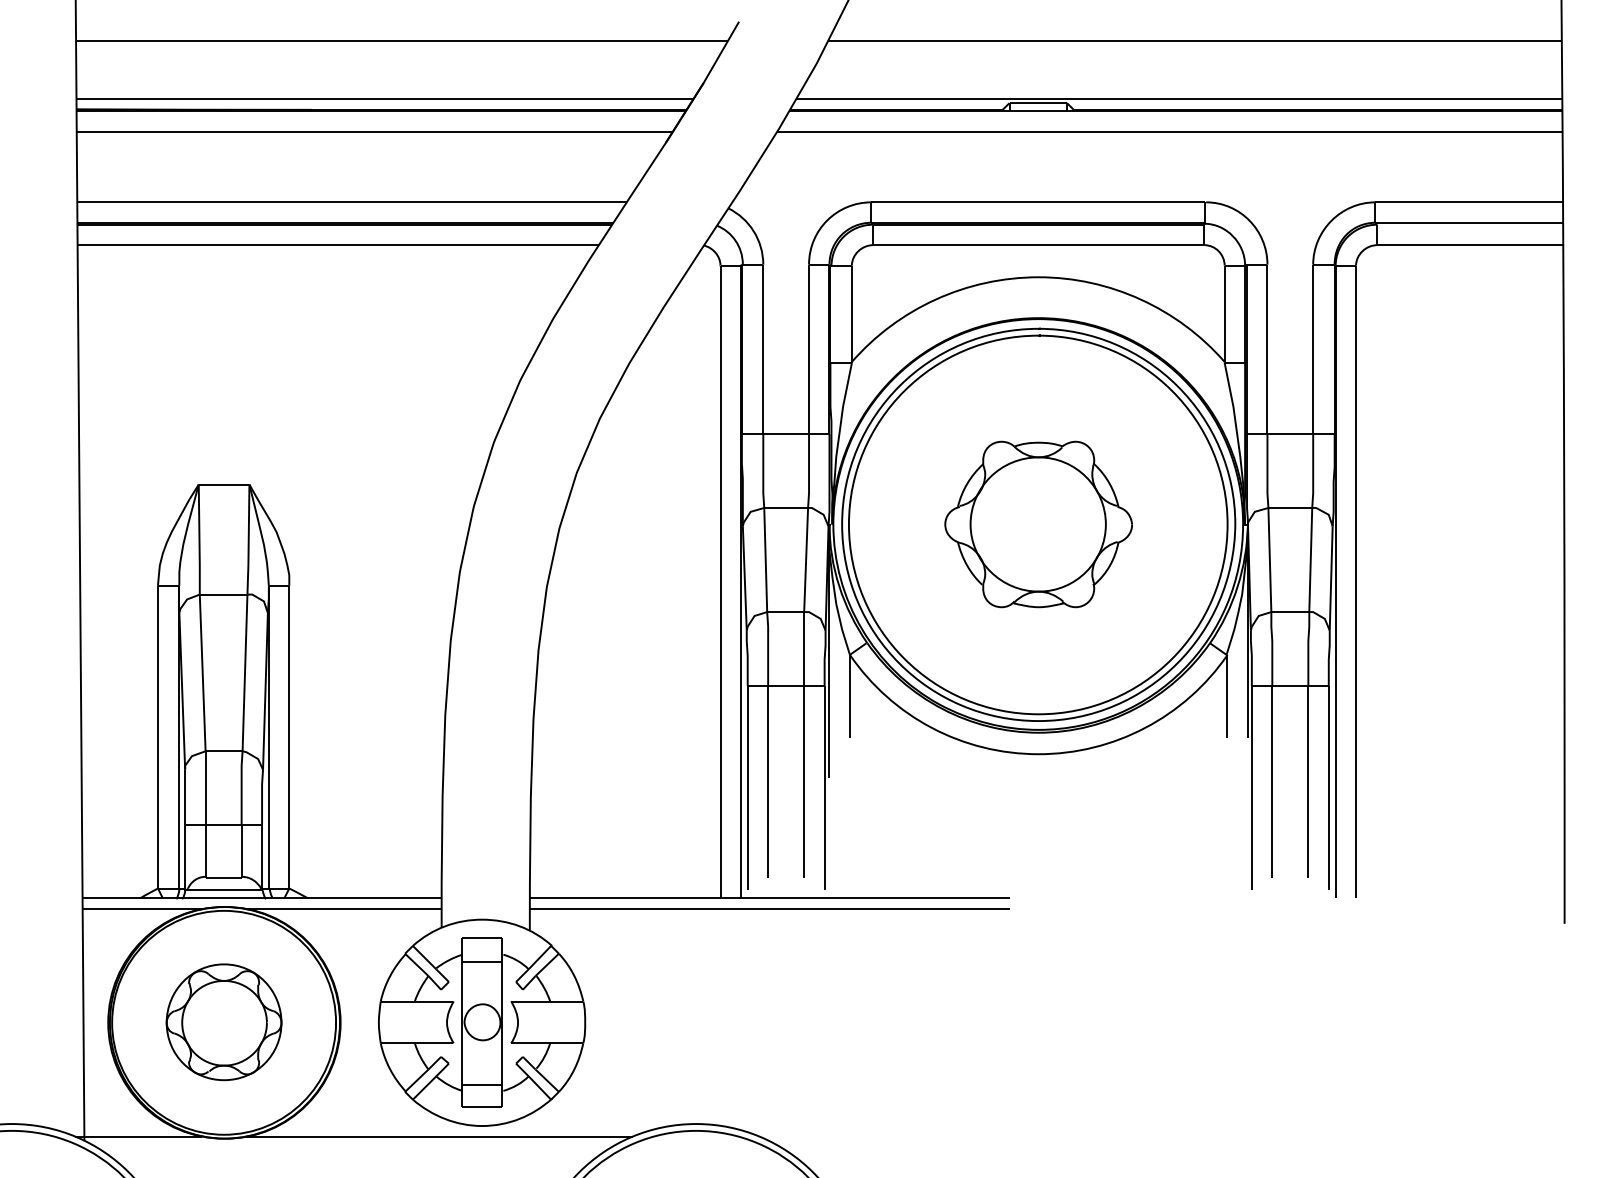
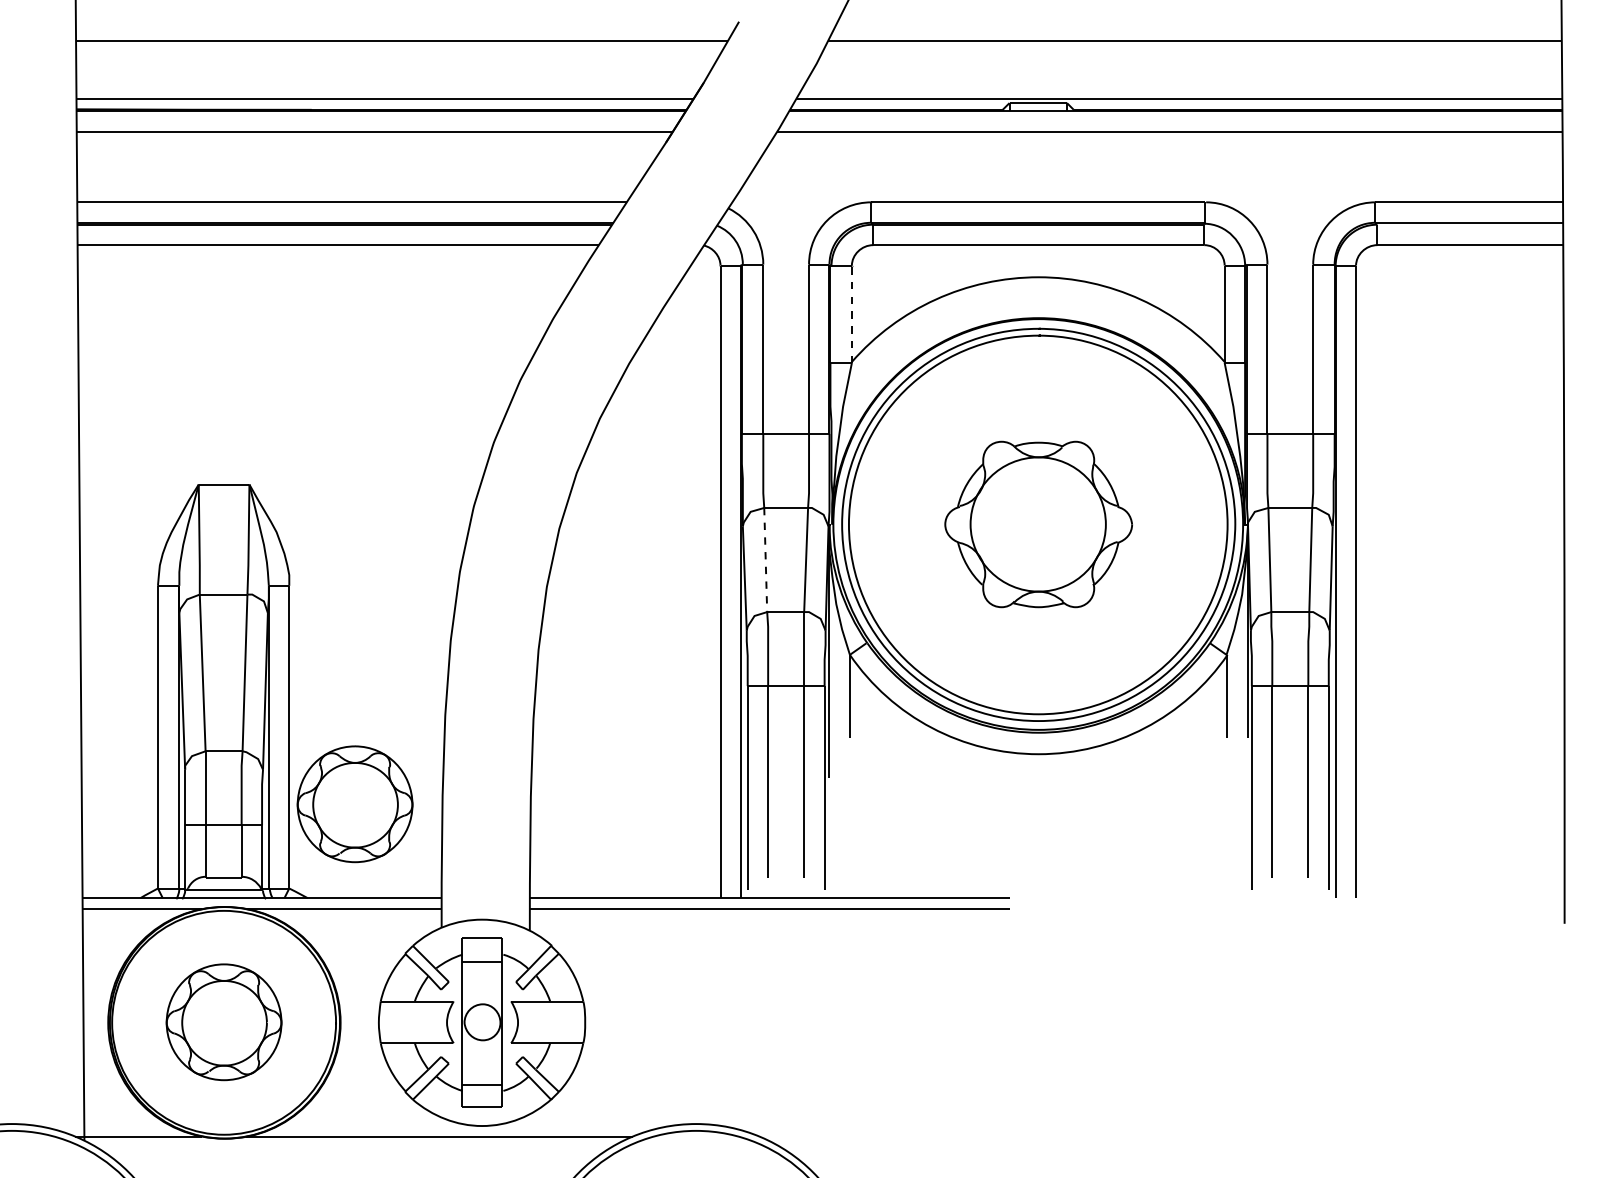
line at (851, 313): solid -> dashed
line at (765, 560): solid -> dashed
part at (354, 804): none -> present
